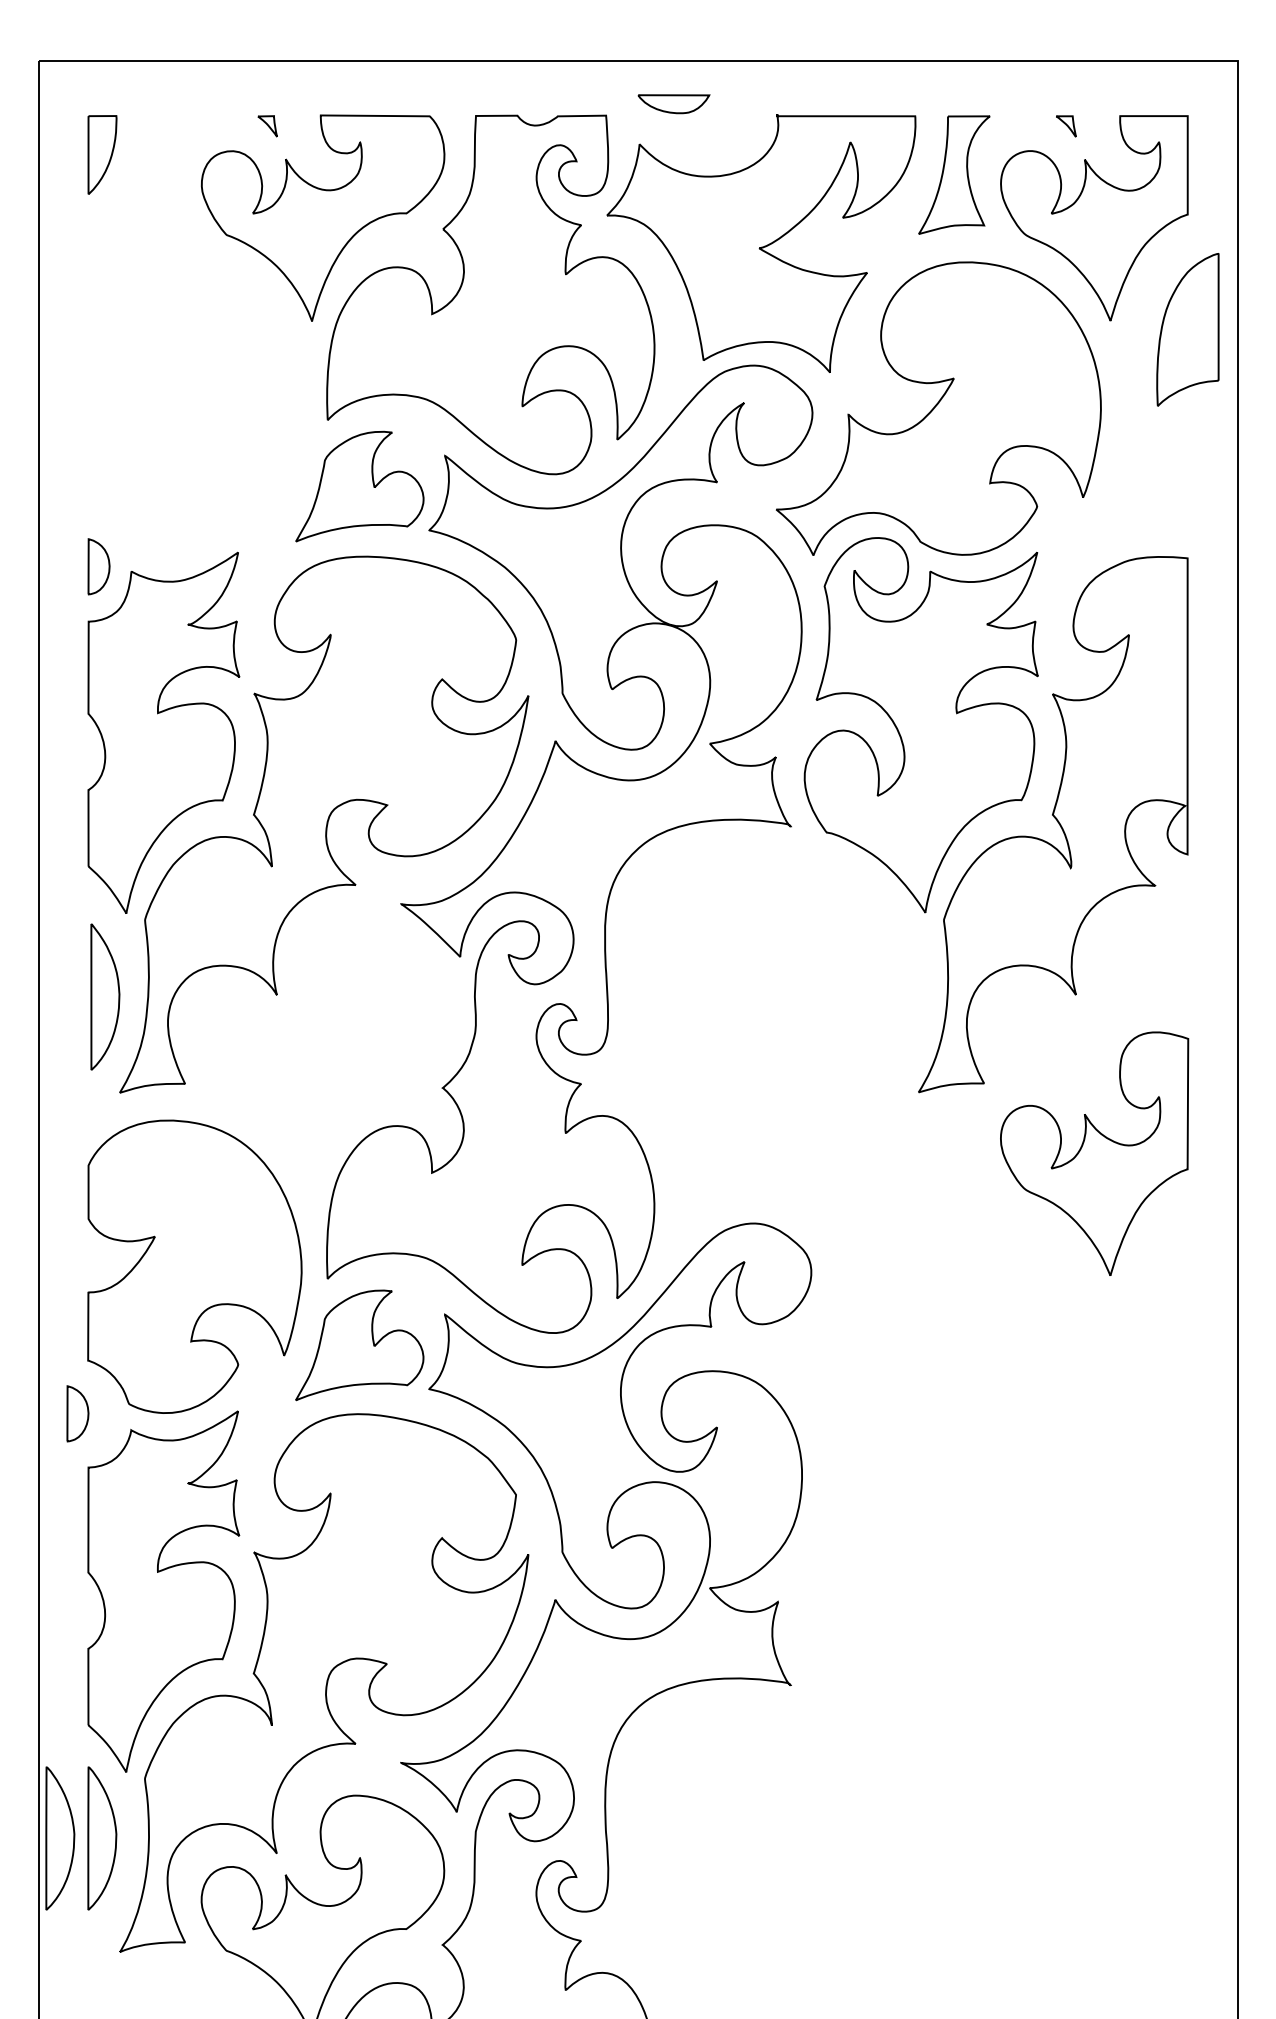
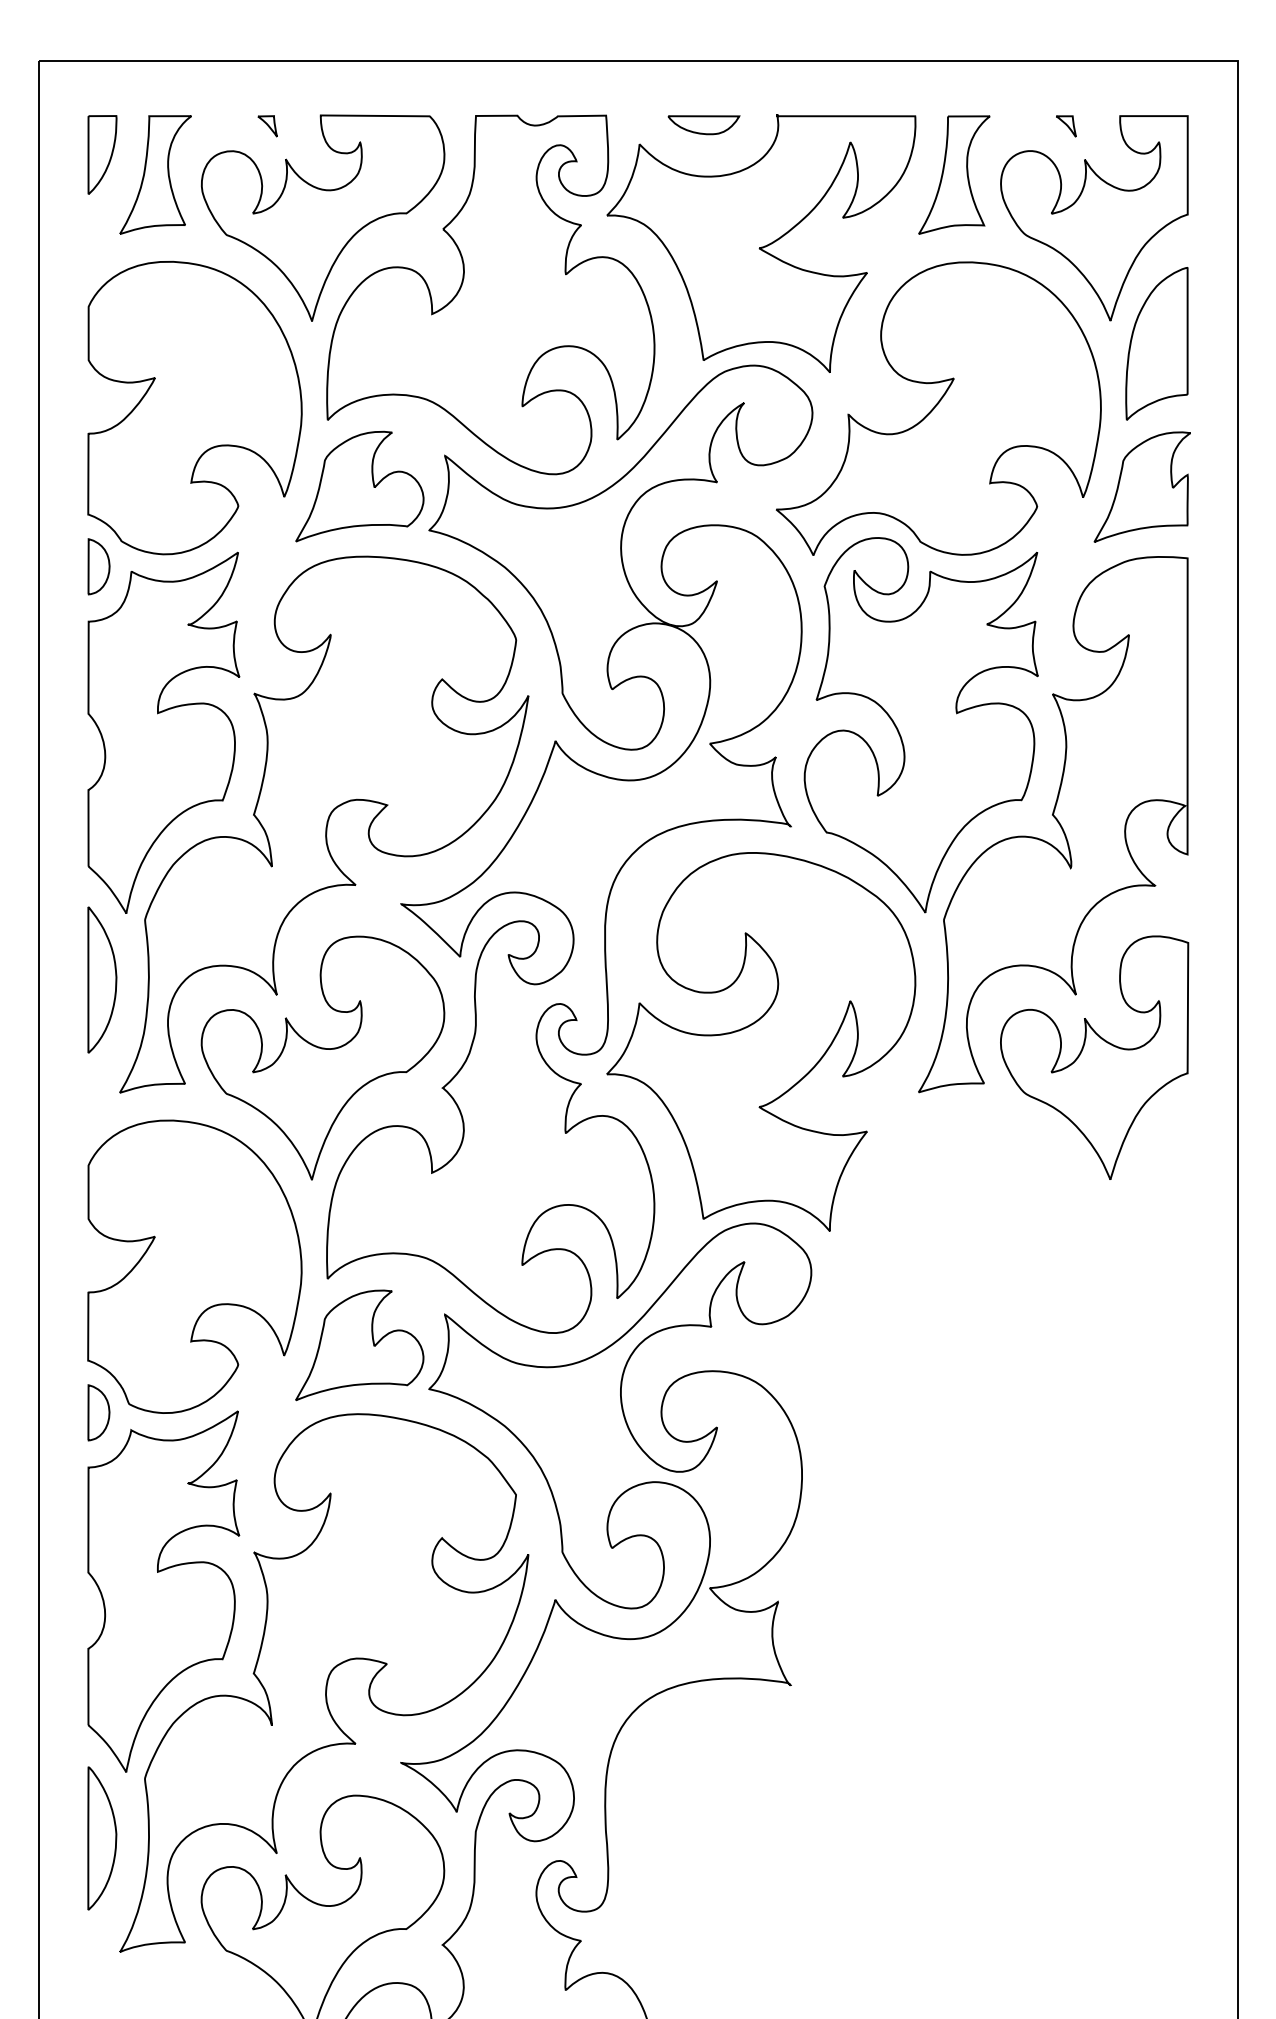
part at (673, 104) position: (673, 104) -> (703, 125)
part at (155, 174): none -> present
part at (1187, 329) position: (1187, 329) -> (1156, 343)
part at (194, 407): none -> present
part at (1141, 486): none -> present
part at (105, 996) position: (105, 996) -> (102, 979)
part at (761, 1041): none -> present
part at (322, 1057): none -> present
part at (1094, 1153) position: (1094, 1153) -> (1094, 1057)
part at (77, 1413) position: (77, 1413) -> (98, 1412)
part at (60, 1838): present -> none
